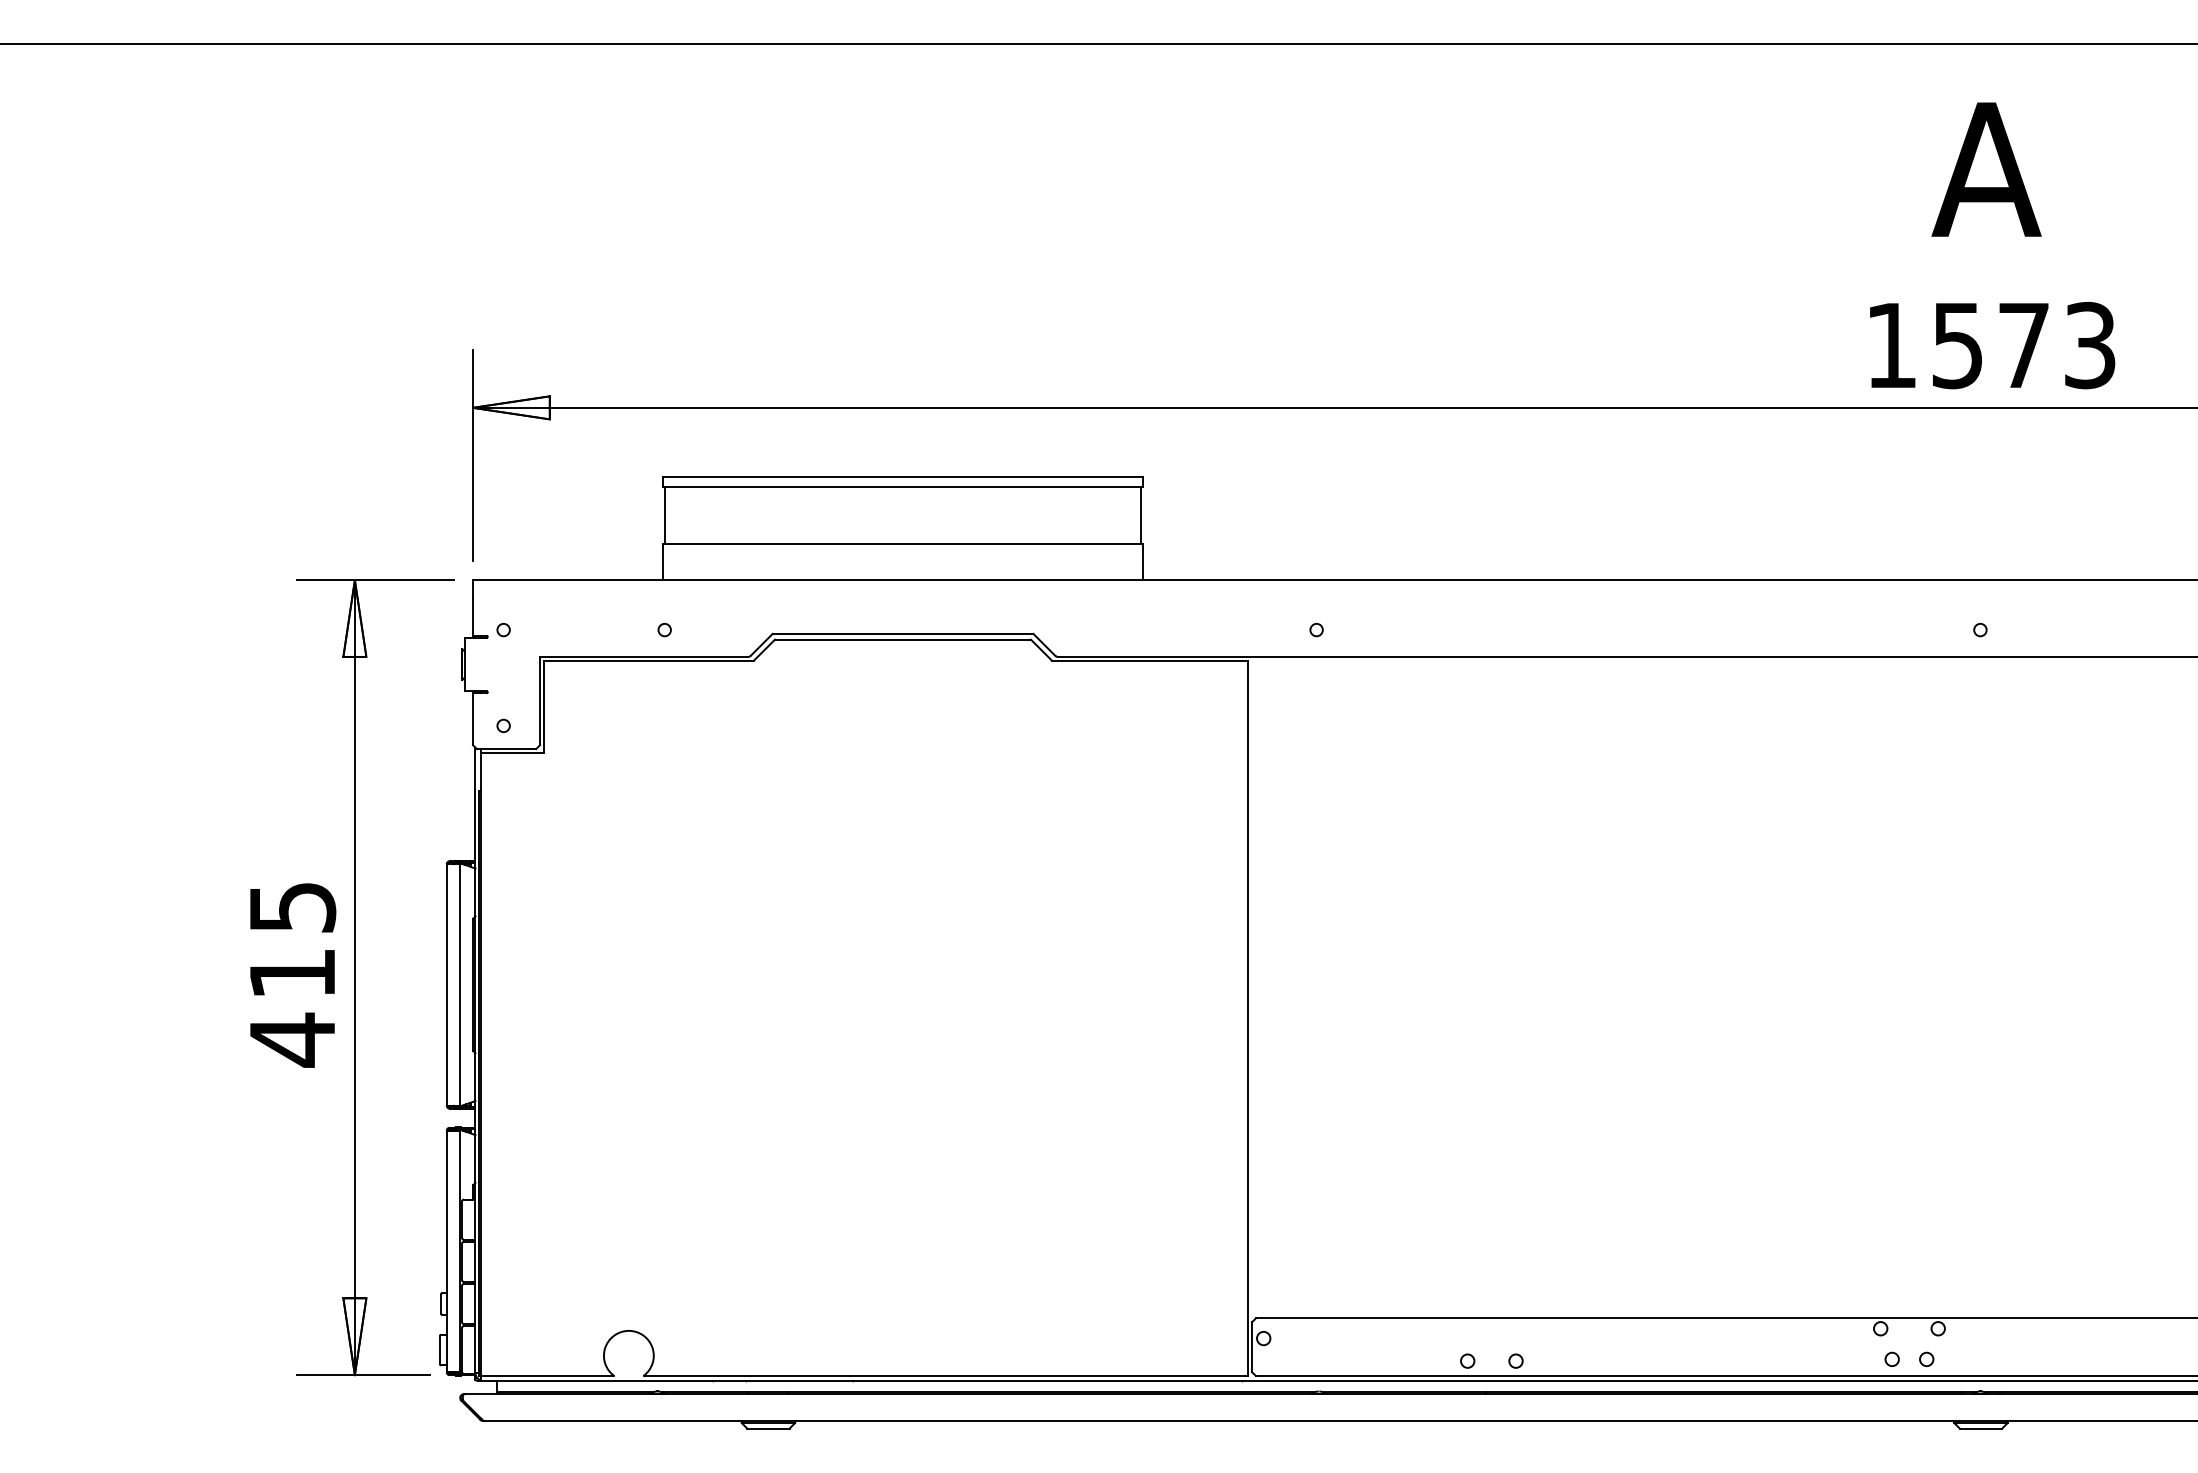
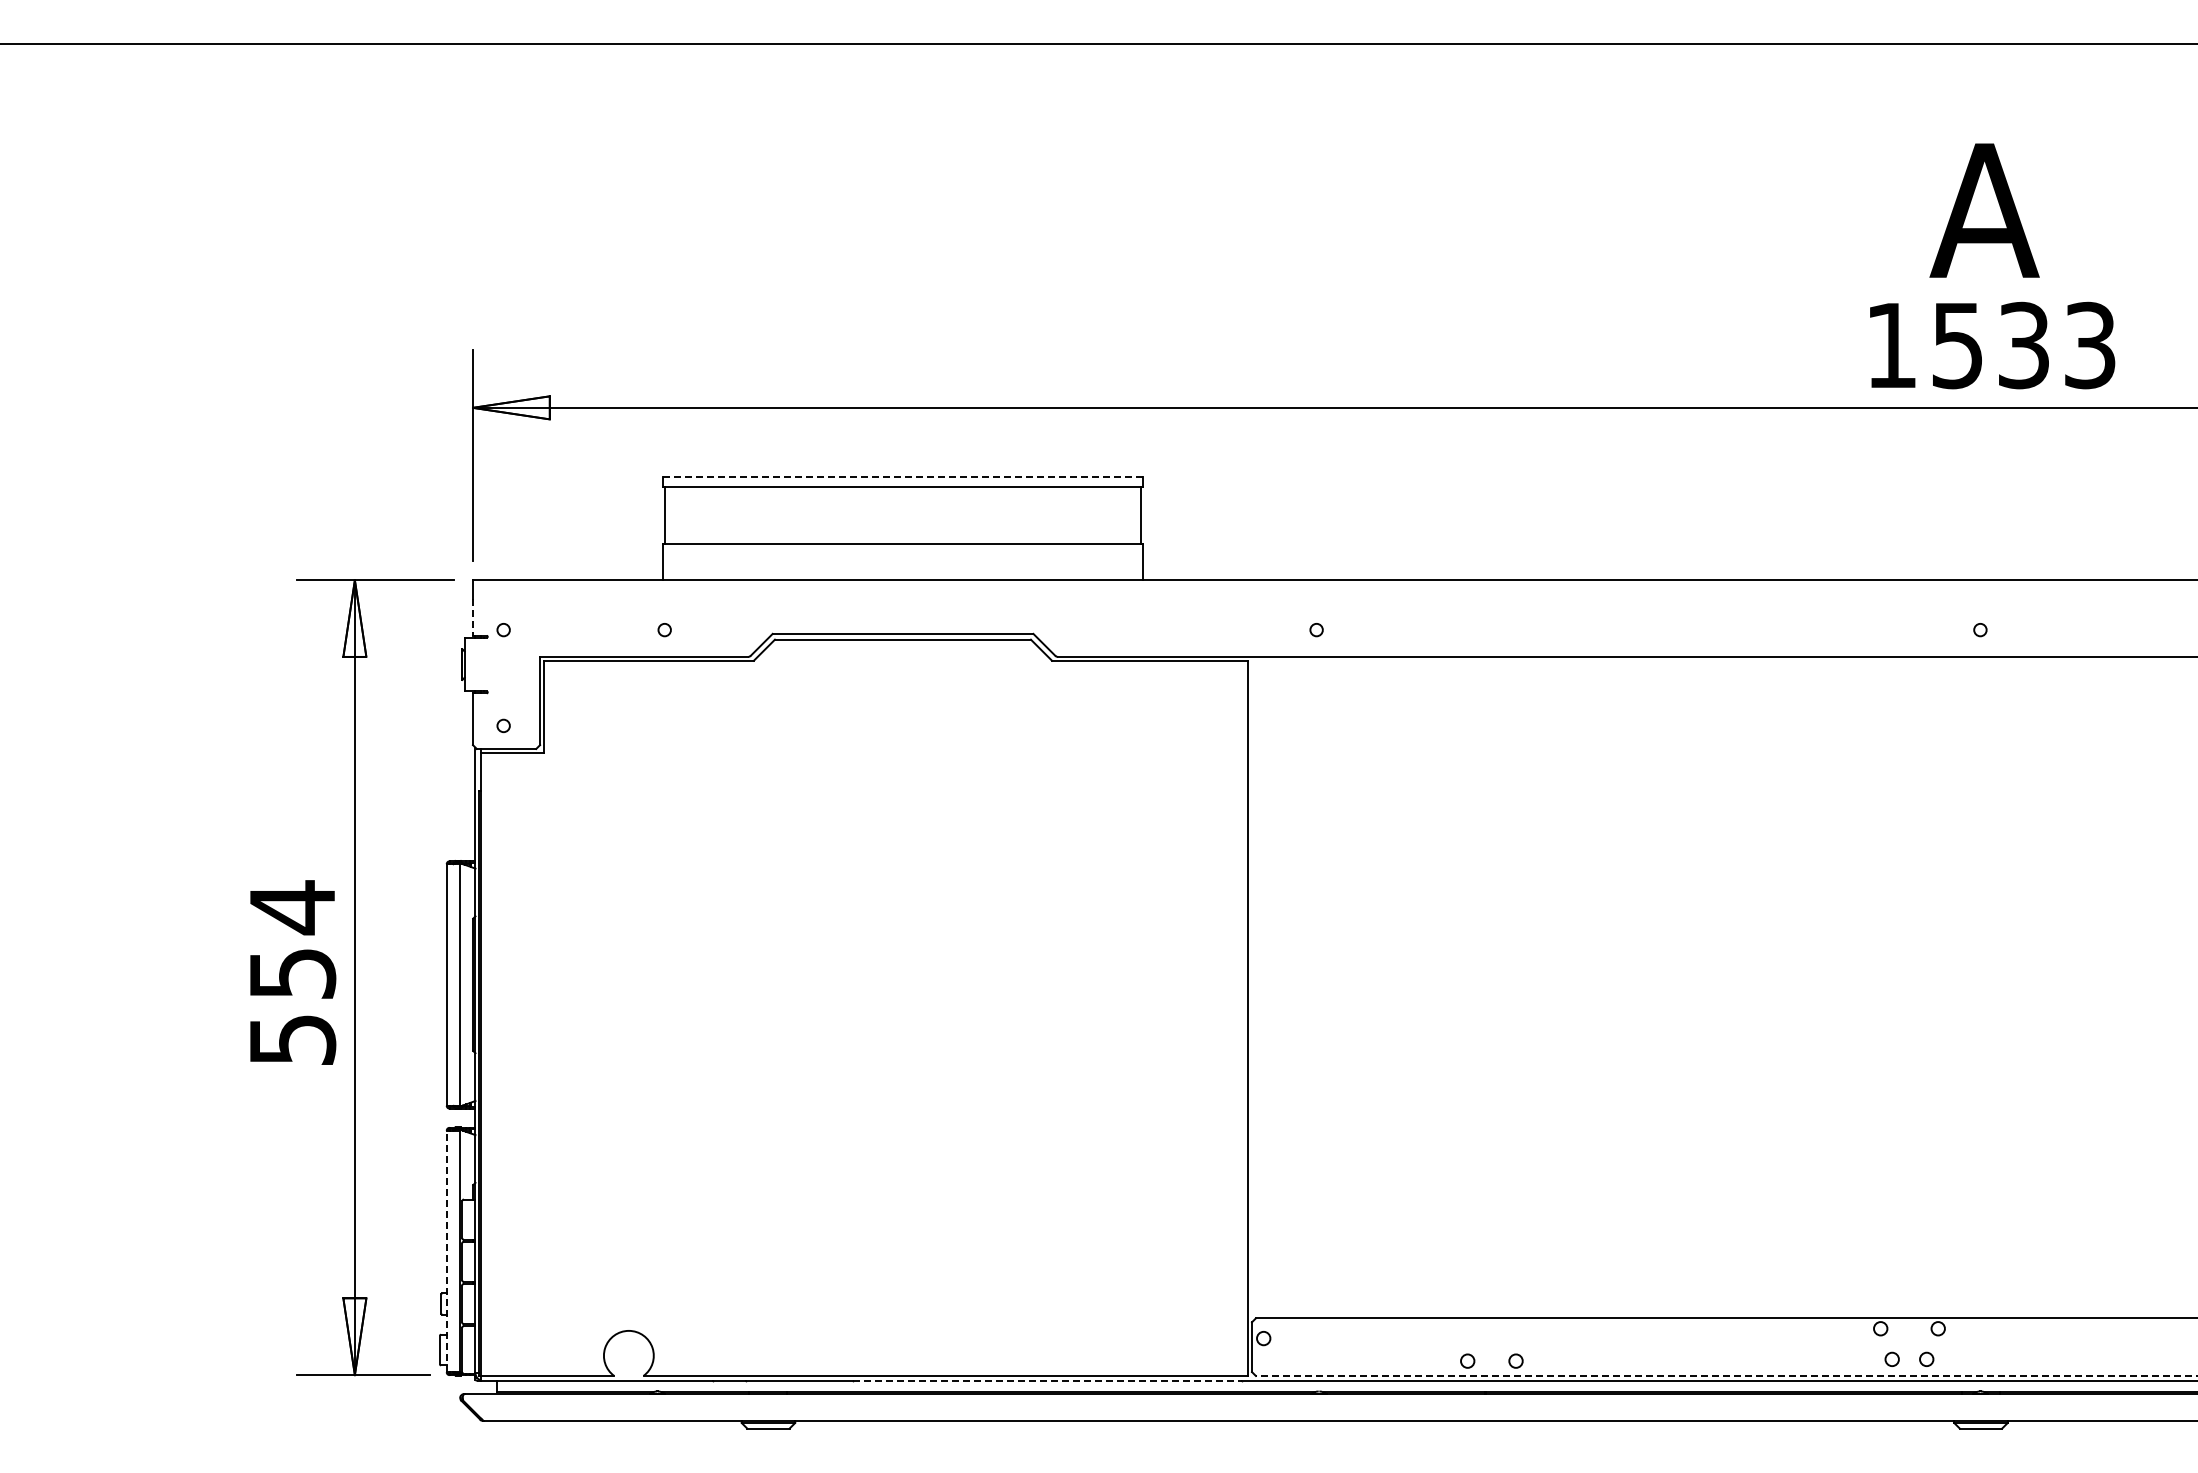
text at (1986, 169) position: (1986, 169) -> (1984, 210)
text at (2023, 345): 1573 -> 1533
line at (903, 477): solid -> dashed
line at (473, 618): solid -> dashed
text at (293, 973): 415 -> 554
line at (446, 1251): solid -> dashed
line at (1726, 1375): solid -> dashed
line at (1047, 1380): solid -> dashed
